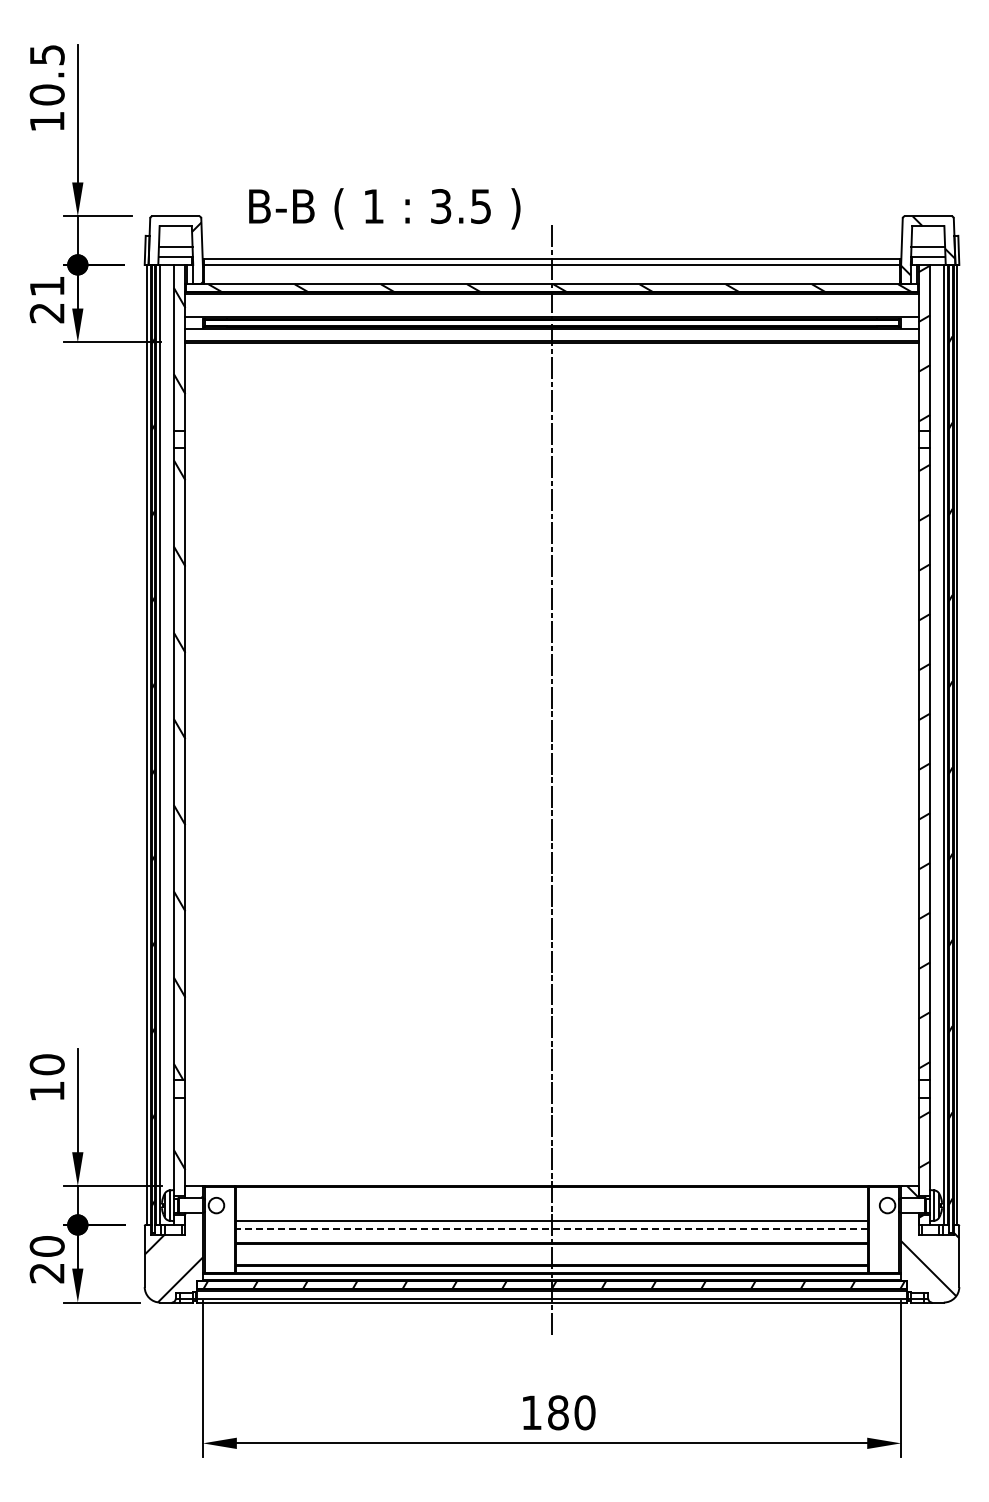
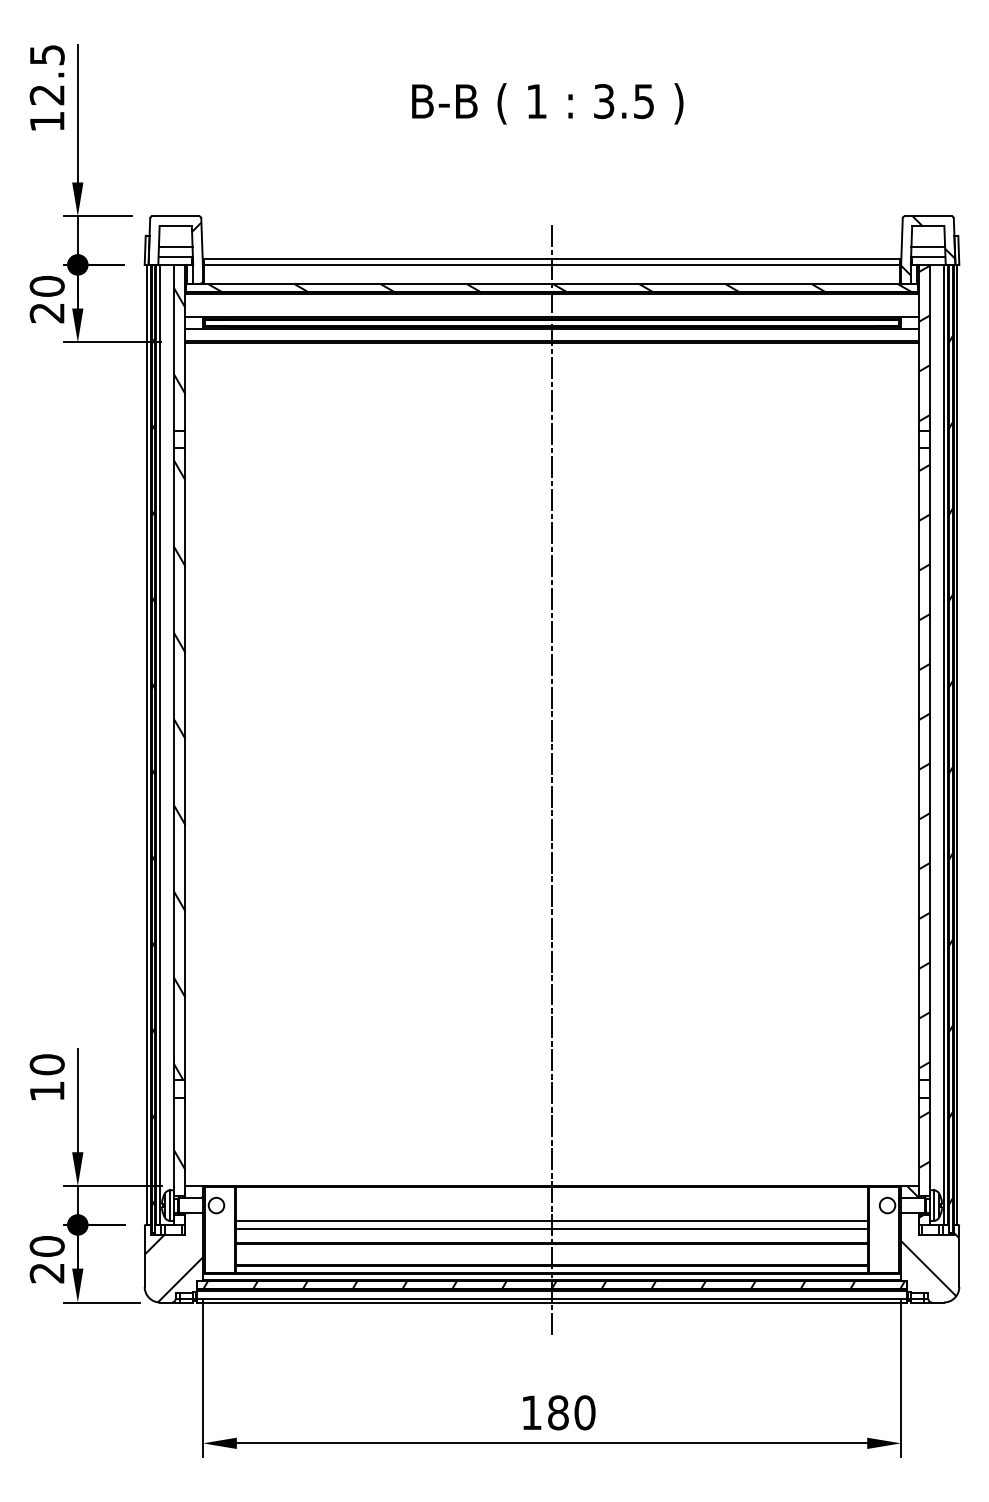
text at (46, 94): 10.5 -> 12.5
text at (384, 208) position: (384, 208) -> (547, 103)
text at (46, 285): 21 -> 20
line at (551, 1228): dashed -> solid
